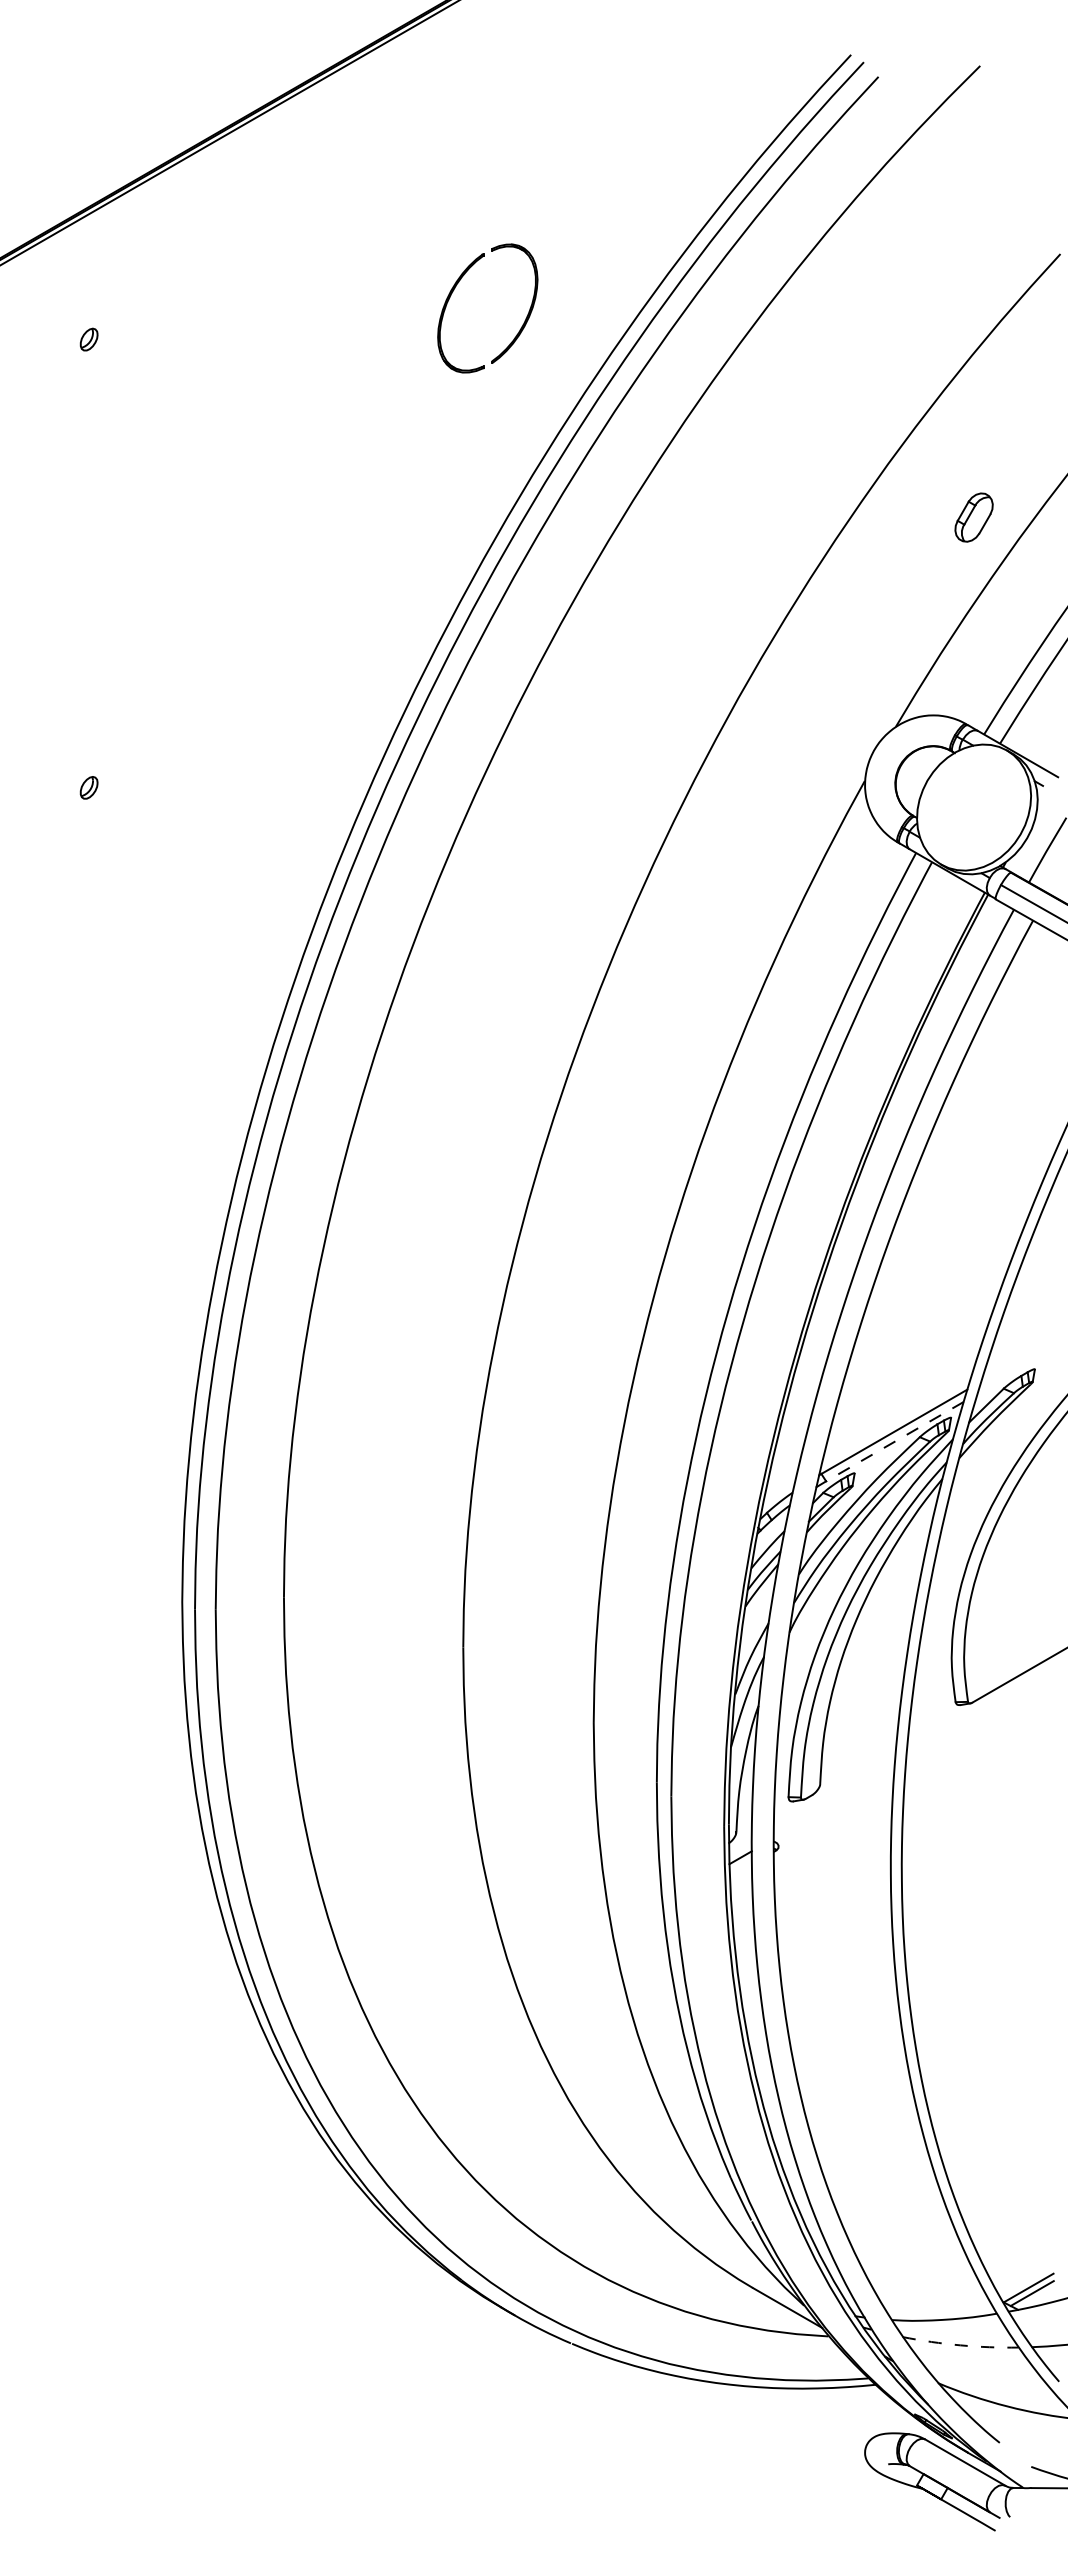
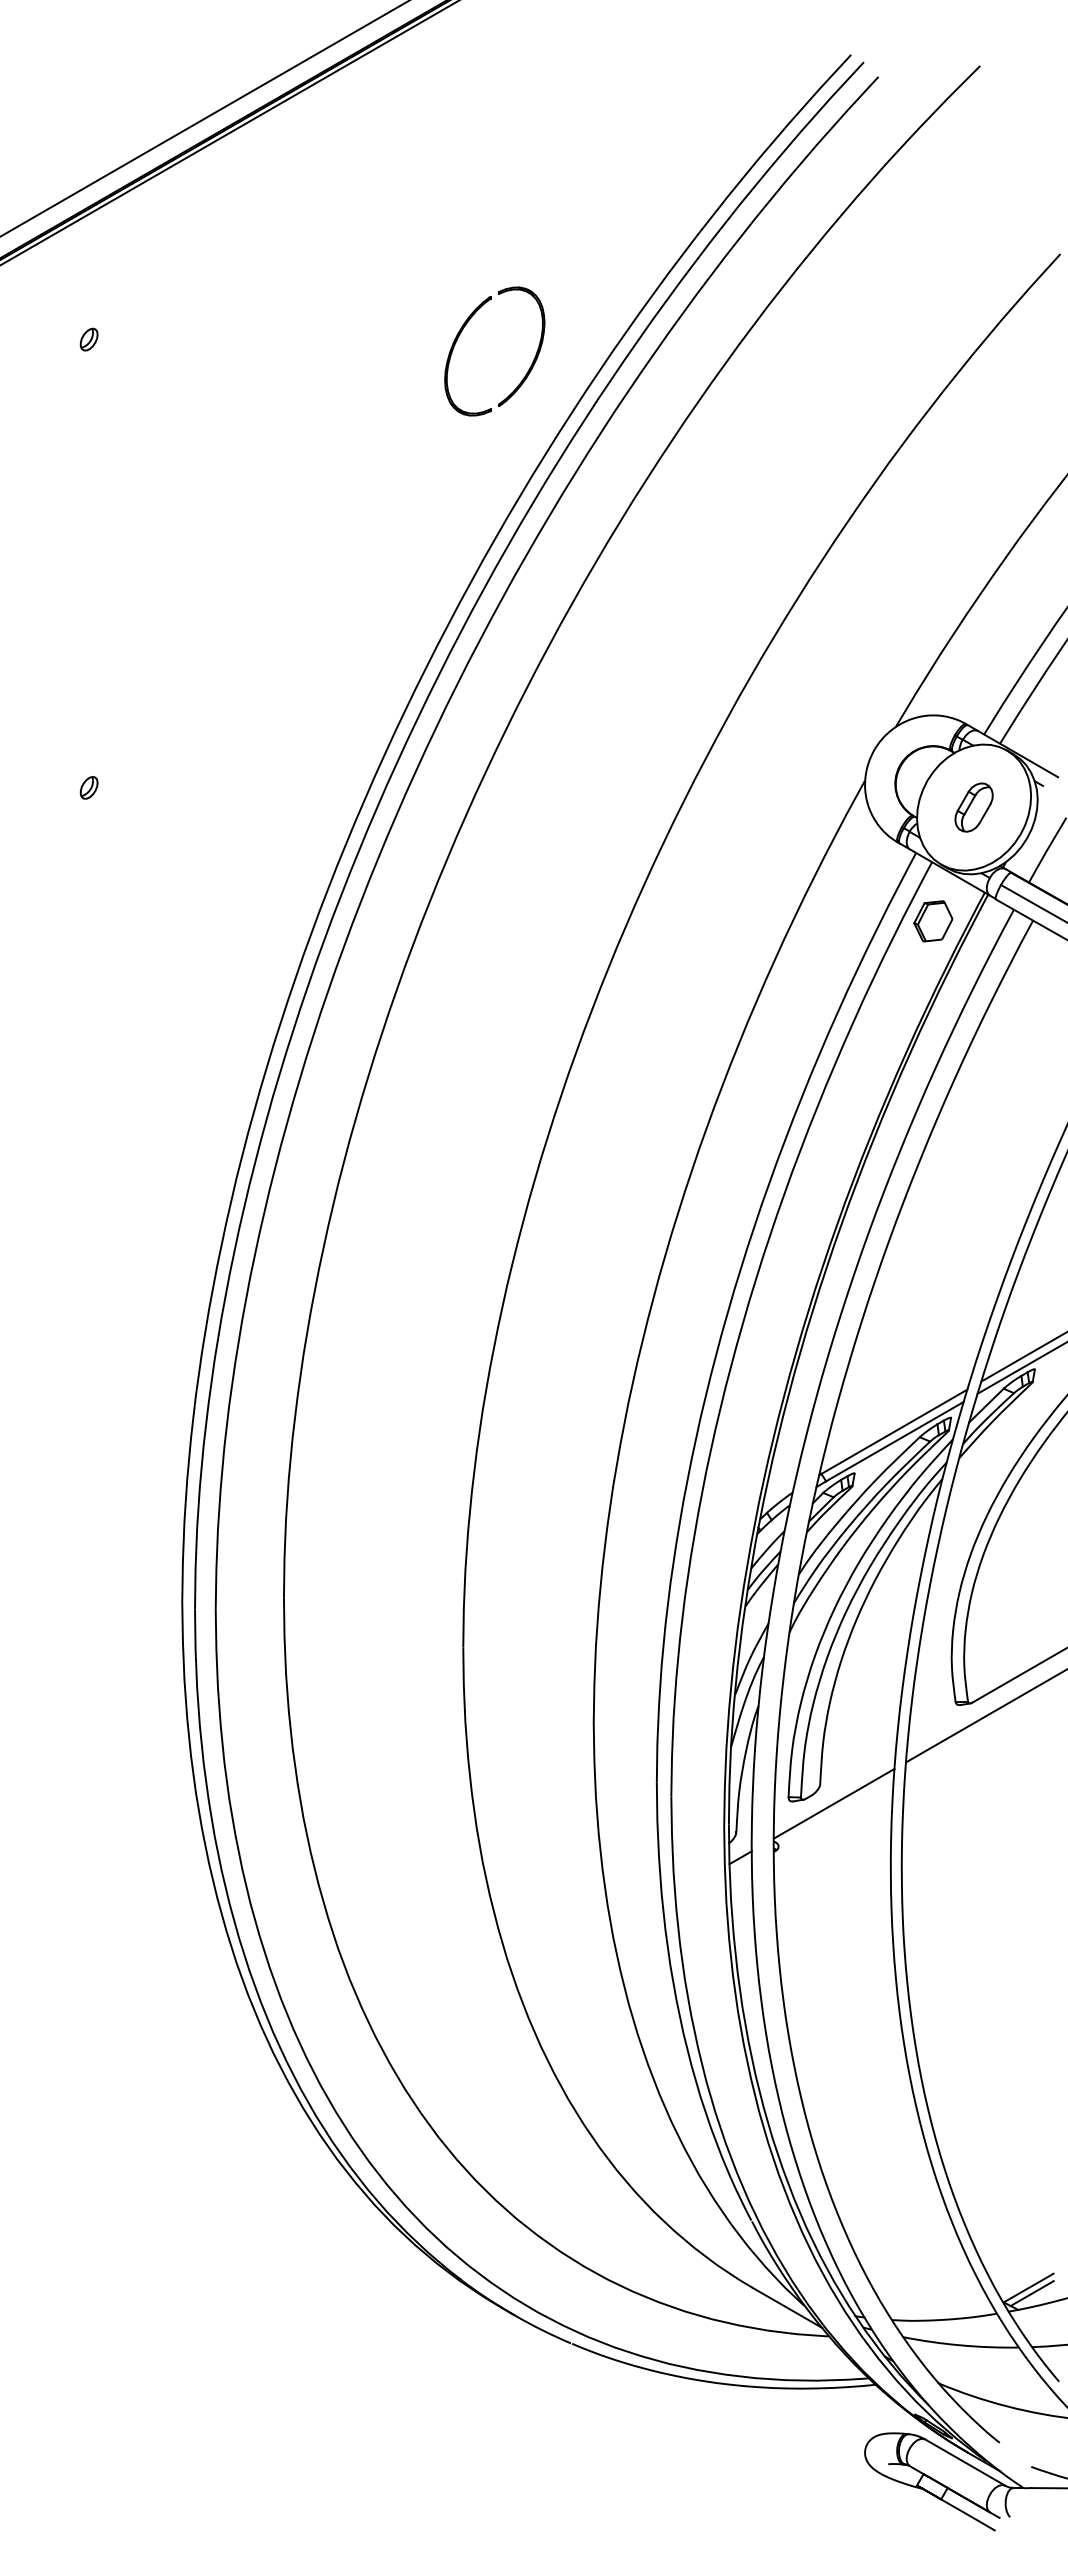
line at (204, 118): none -> present
part at (454, 290) position: (454, 290) -> (461, 333)
part at (973, 517) position: (973, 517) -> (973, 807)
part at (933, 921): none -> present
line at (1022, 1357): none -> present
line at (1020, 1368): none -> present
line at (894, 1441): dashed -> solid
line at (985, 1716): none -> present
line at (833, 1803): none -> present
arc at (960, 2345): dashed -> solid
